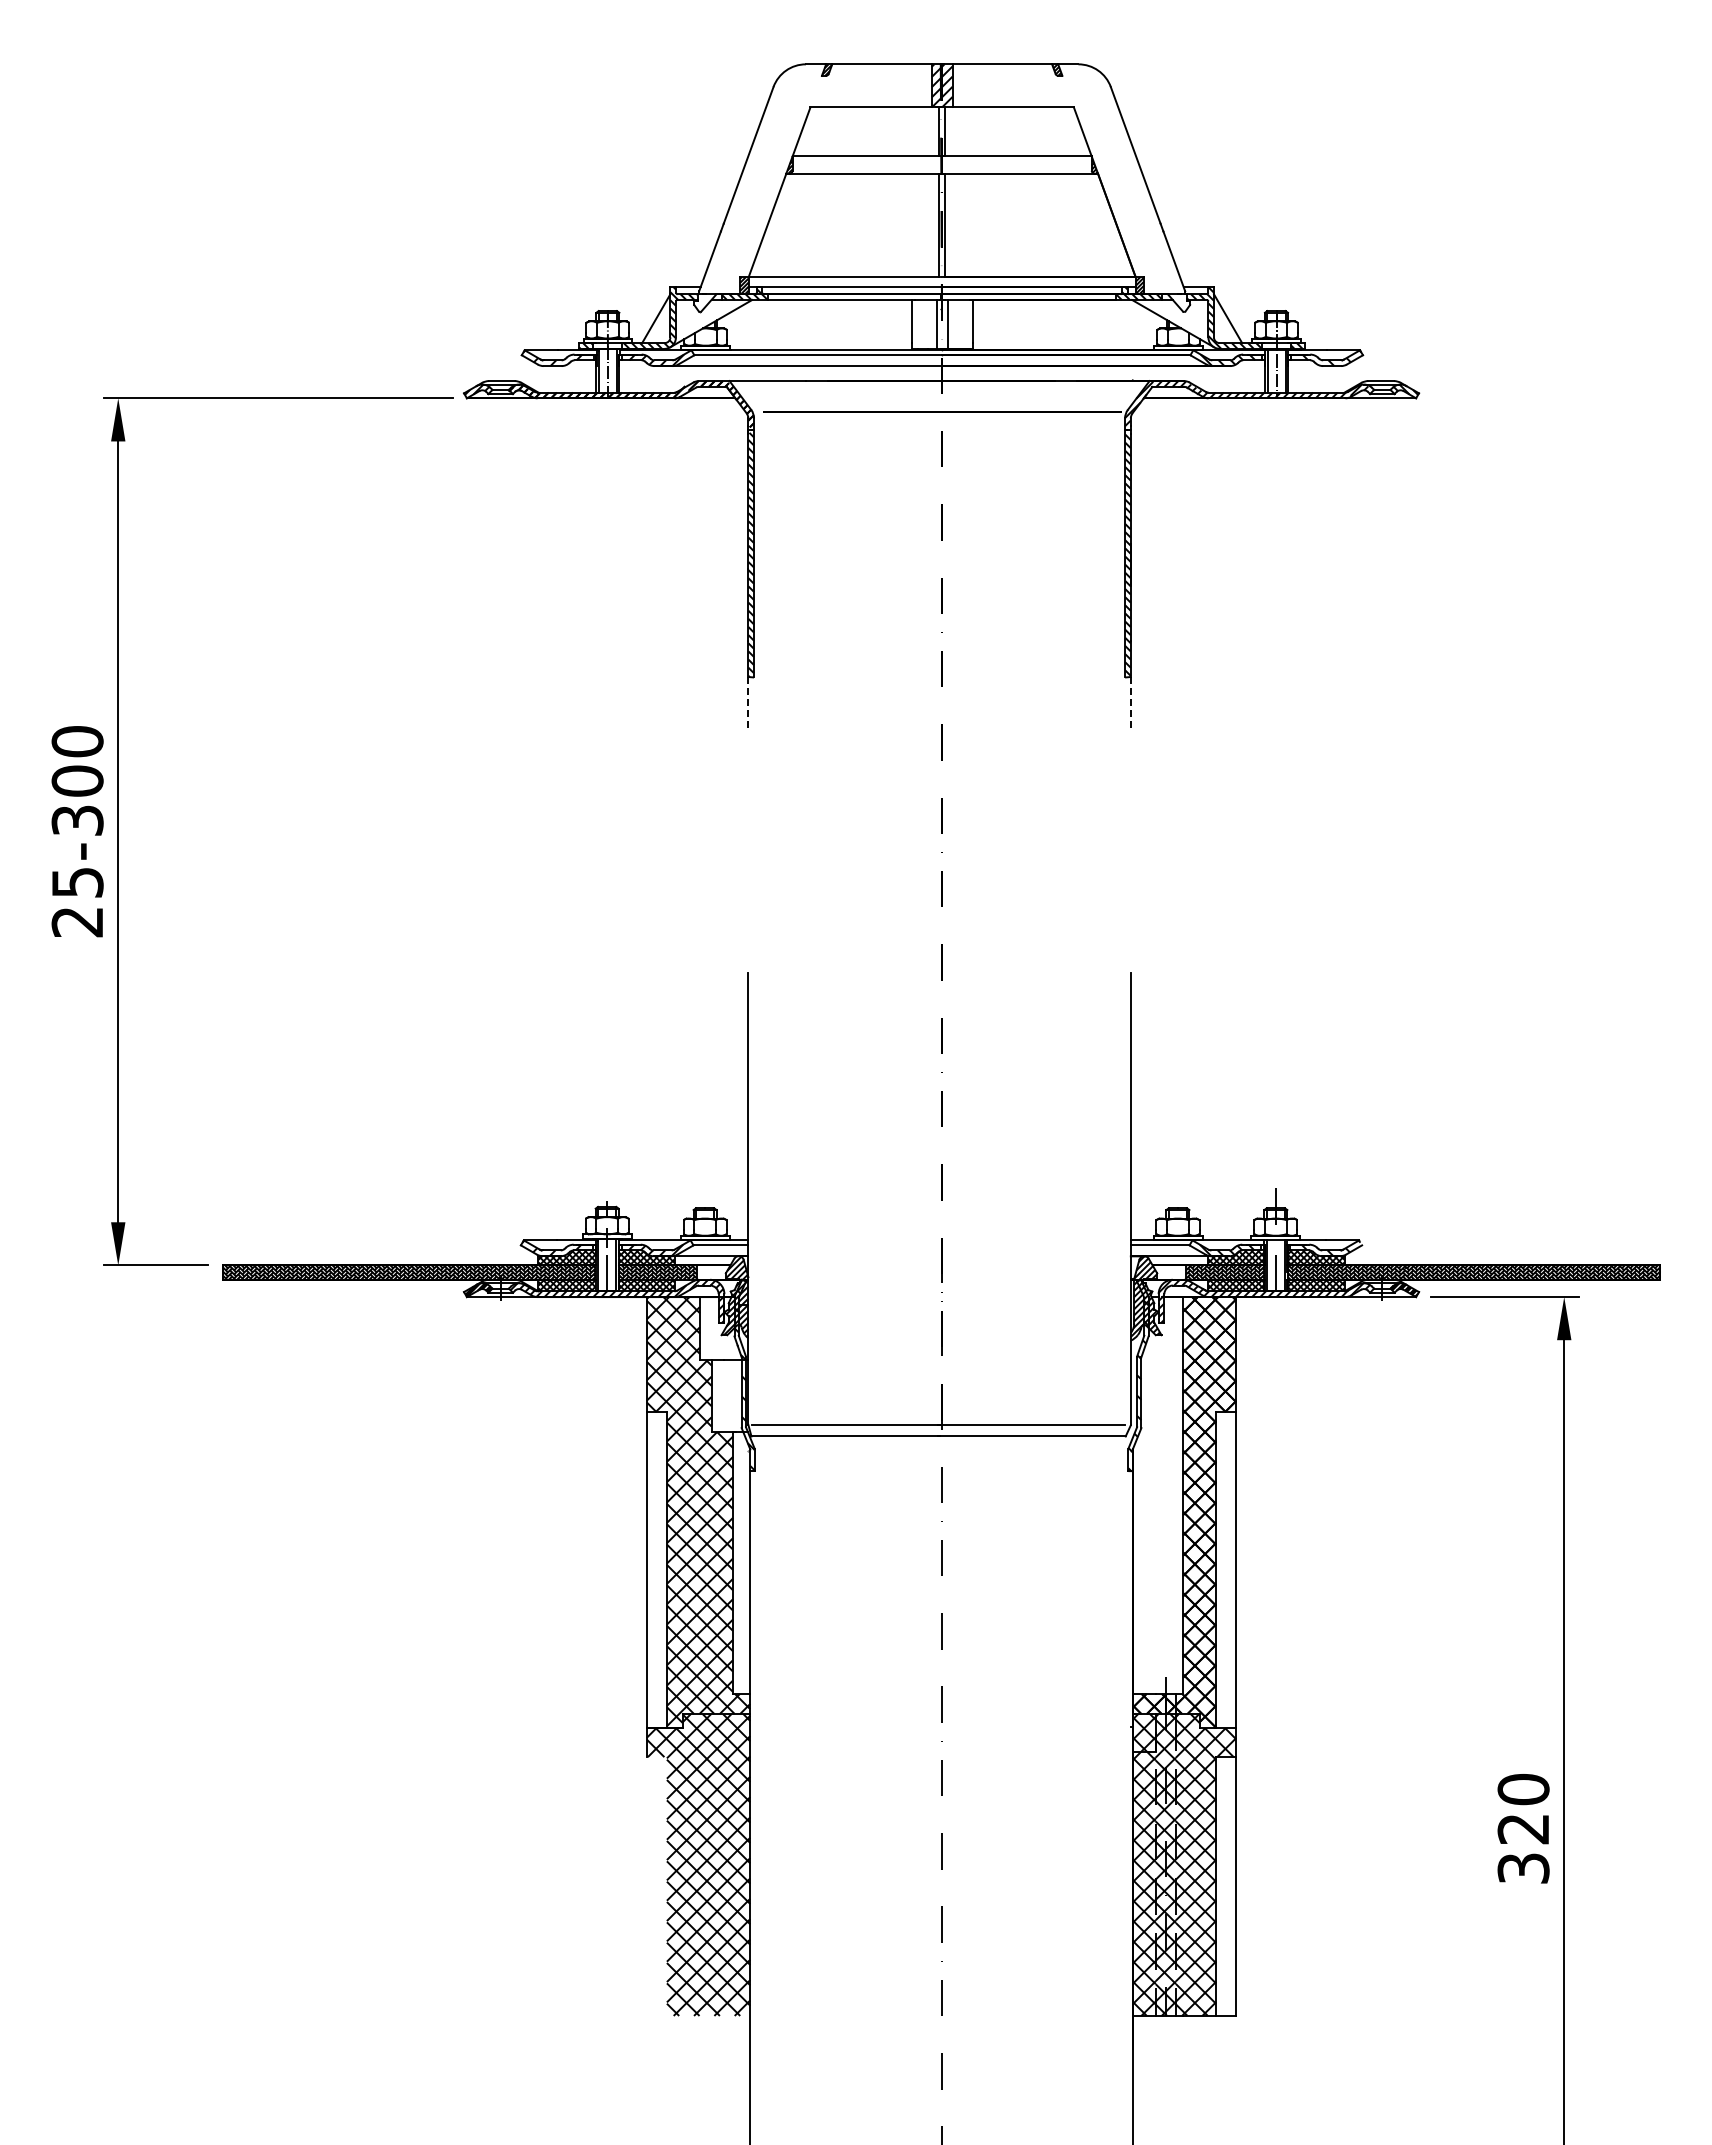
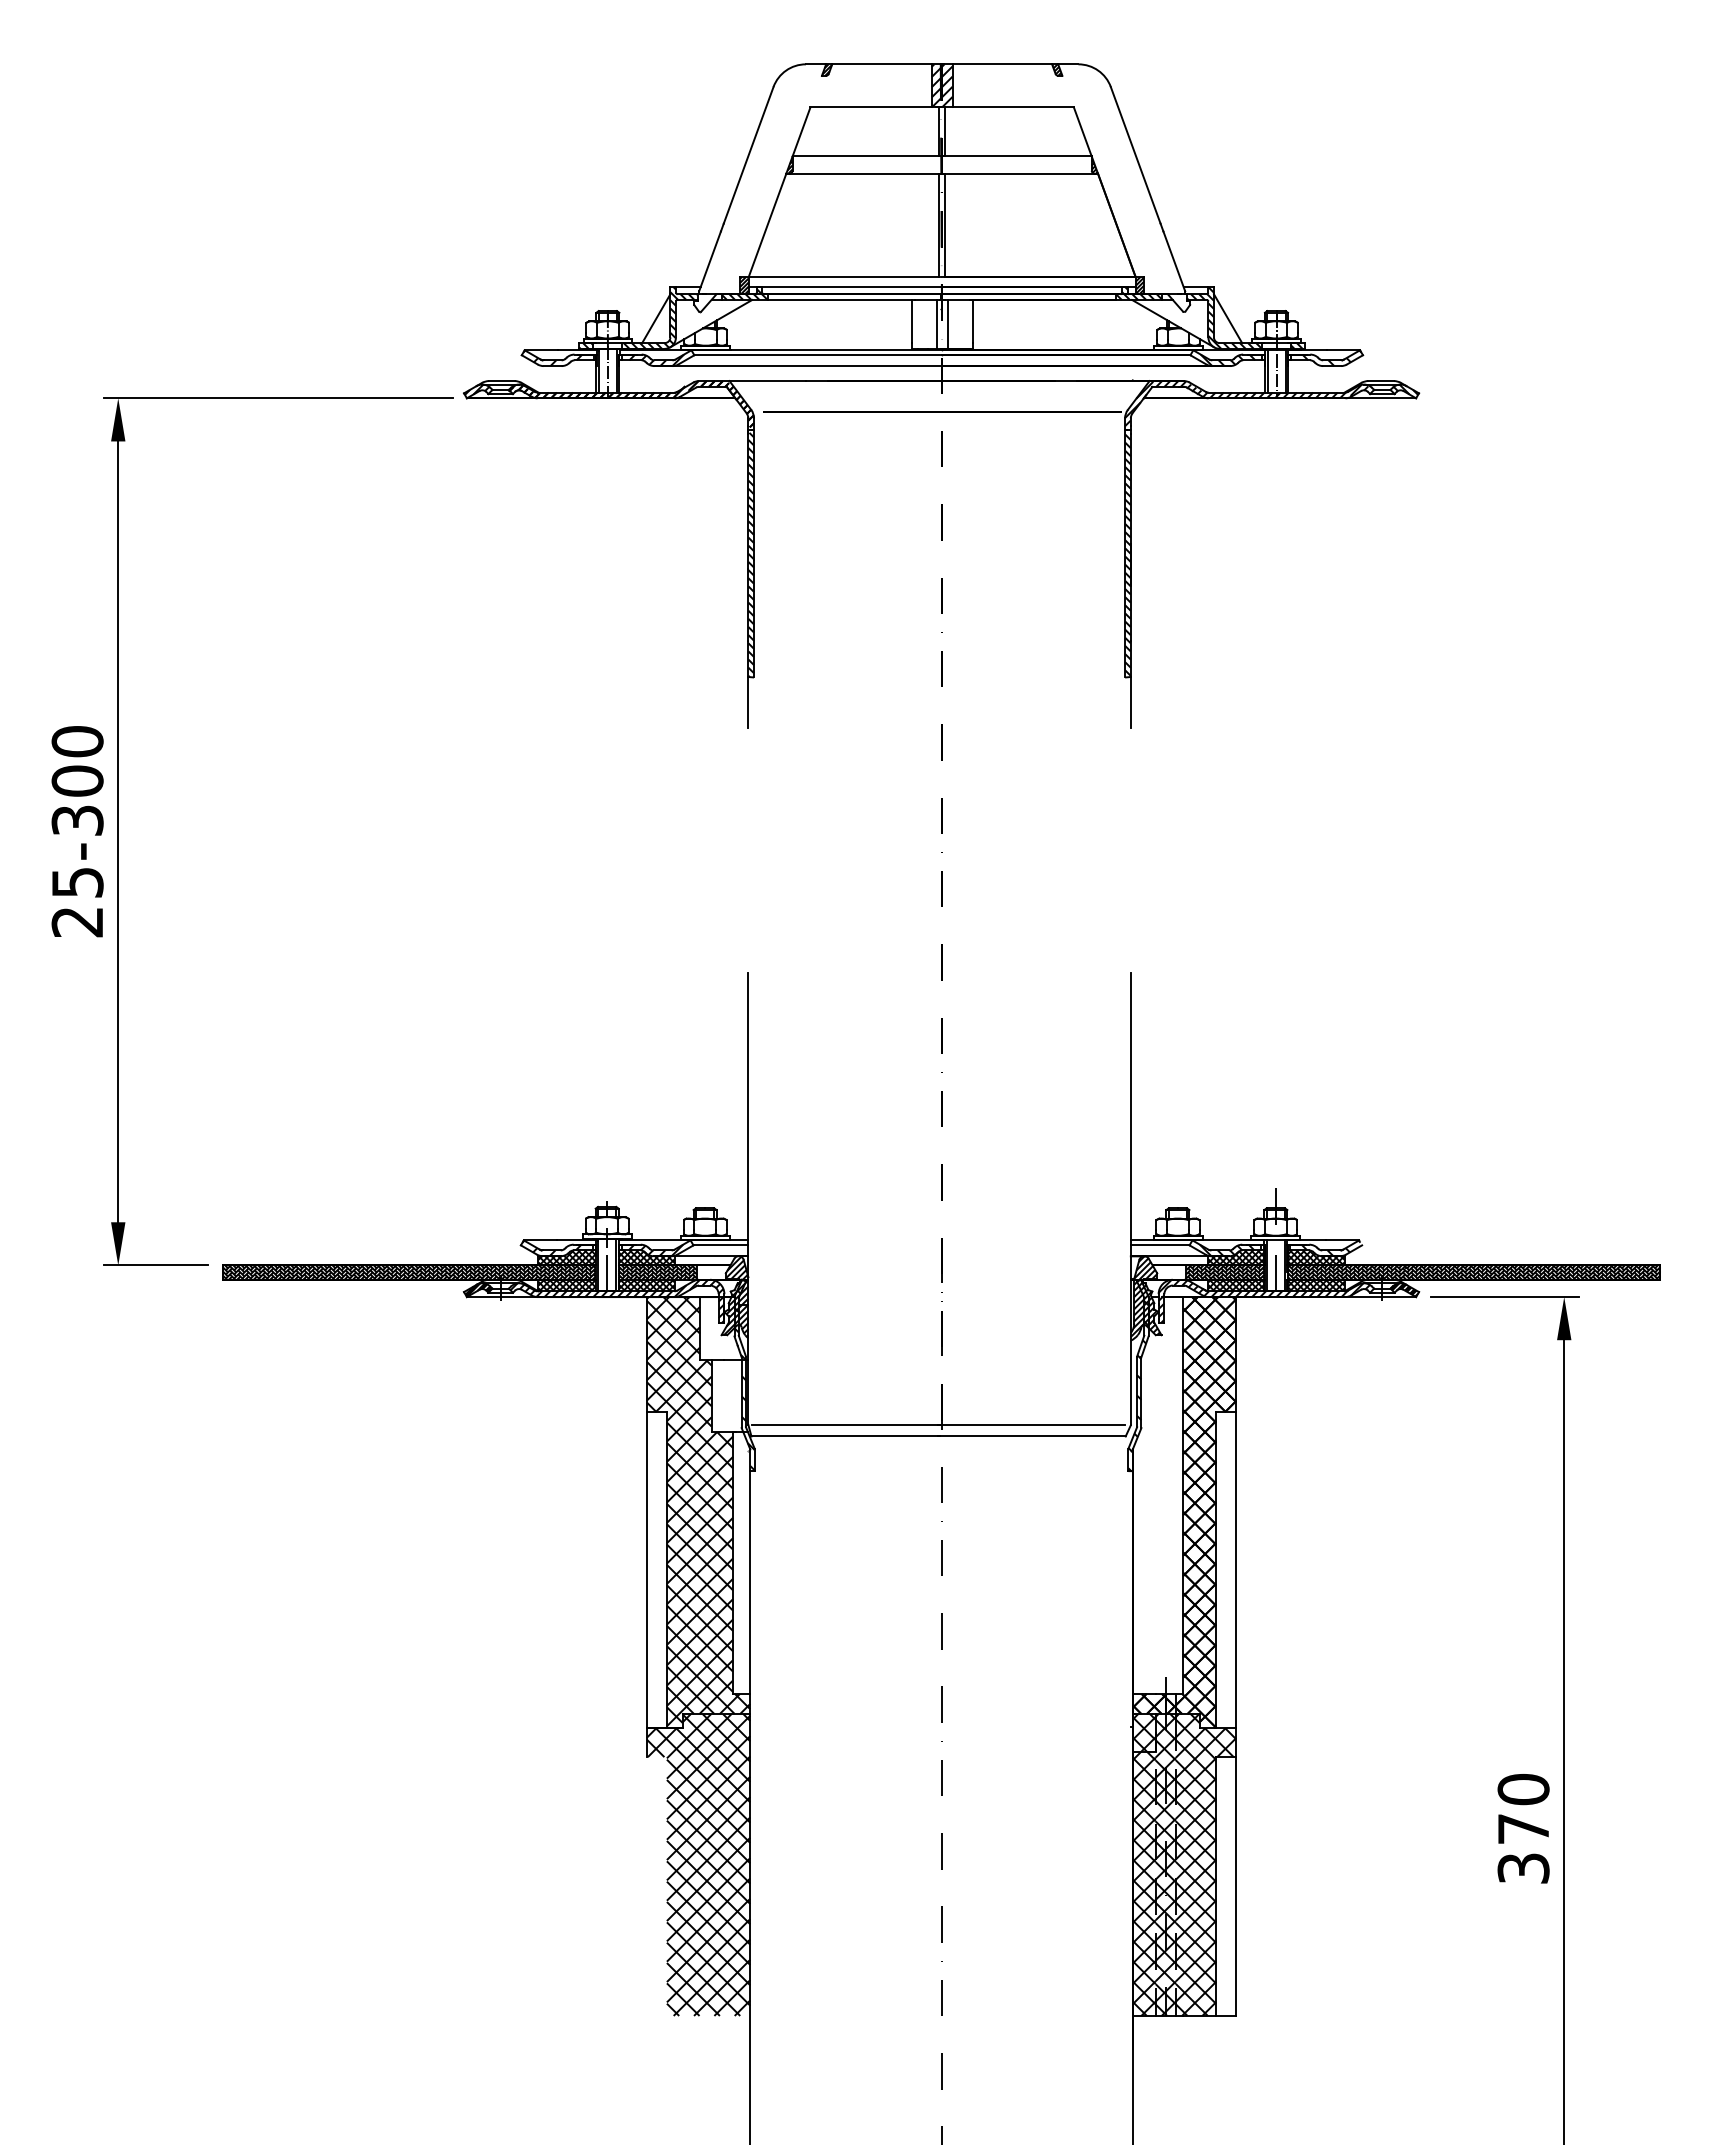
line at (748, 701): dashed -> solid
line at (1130, 702): dashed -> solid
text at (1522, 1829): 320 -> 370
